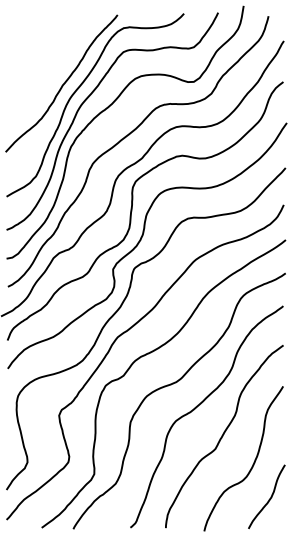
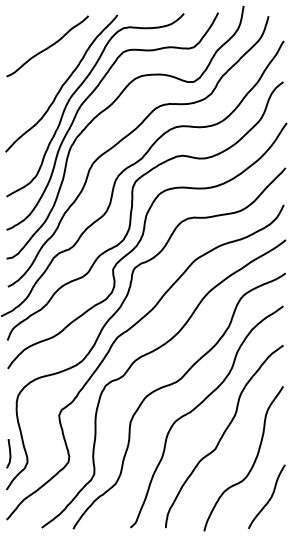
curve at (48, 46): none -> present
curve at (9, 453): none -> present
